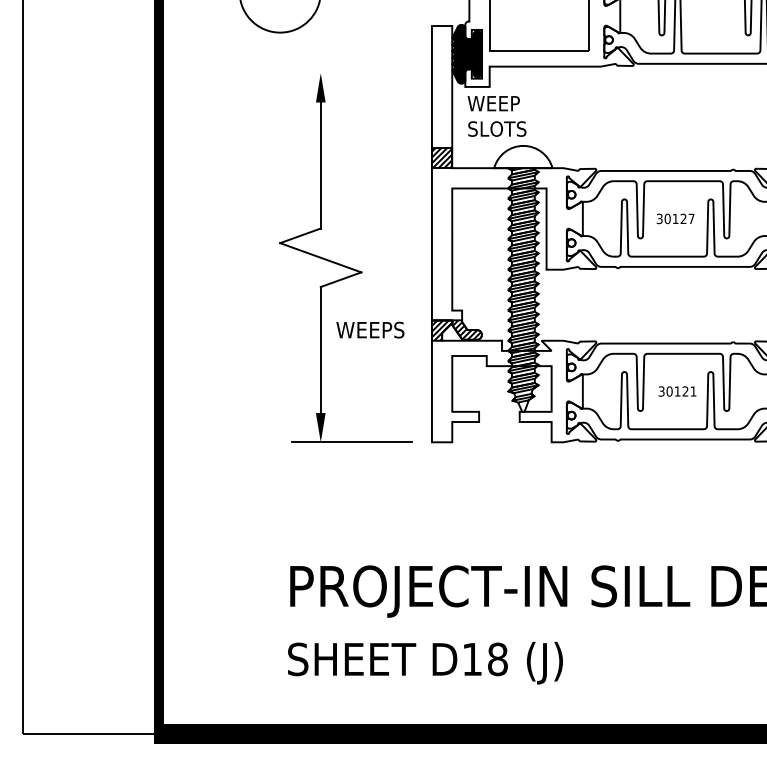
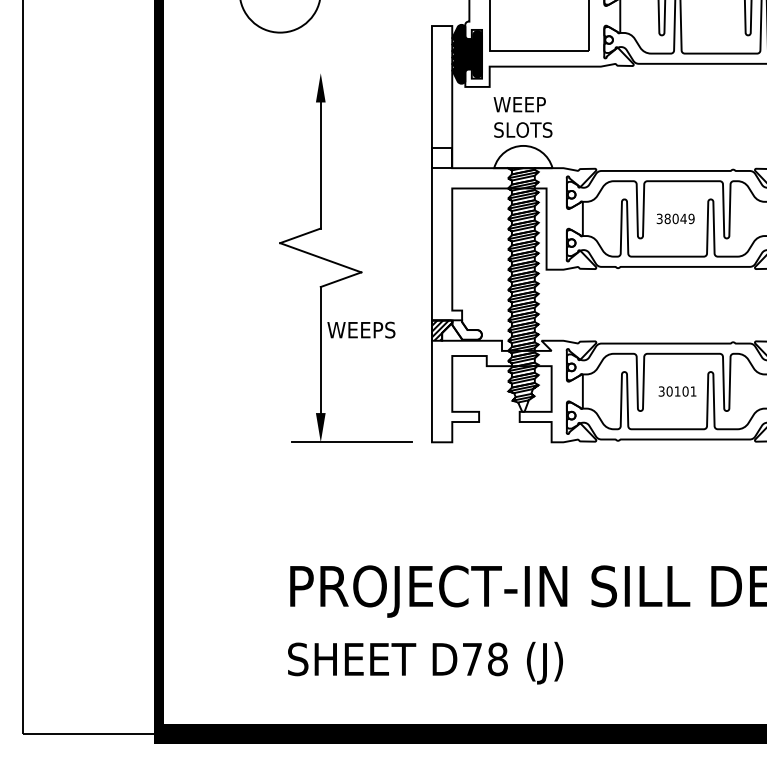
text at (496, 116) position: (496, 116) -> (522, 117)
hatch at (441, 157): present -> none
text at (679, 218): 30127 -> 38049
text at (370, 329) position: (370, 329) -> (361, 329)
hatch at (466, 329): present -> none
text at (685, 391): 30121 -> 30101
text at (472, 659): D18 -> D78
